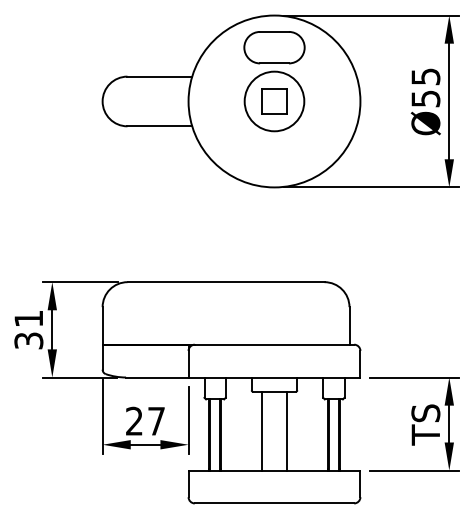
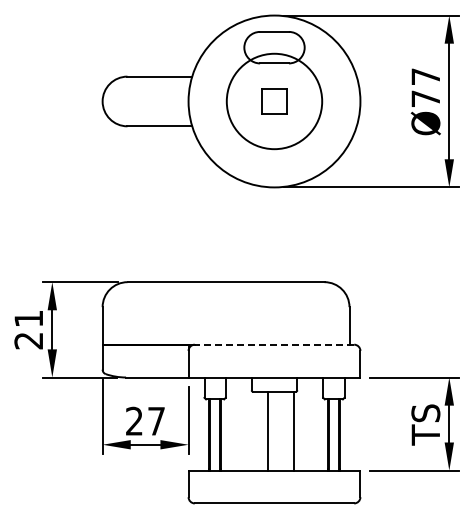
text at (425, 87): Ø55 -> Ø77
circle at (274, 101) diameter: 60 px -> 95 px
text at (28, 340): 31 -> 21
line at (274, 344): solid -> dashed
line at (261, 430) position: (261, 430) -> (267, 430)
line at (286, 430) position: (286, 430) -> (293, 430)
